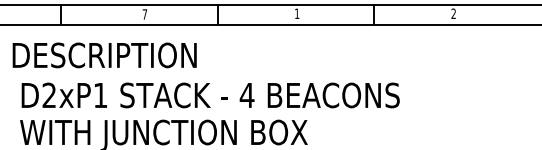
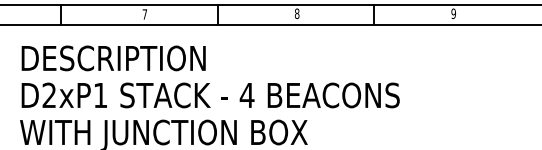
text at (296, 13): 1 -> 8
text at (453, 13): 2 -> 9
text at (104, 55) position: (104, 55) -> (113, 58)
